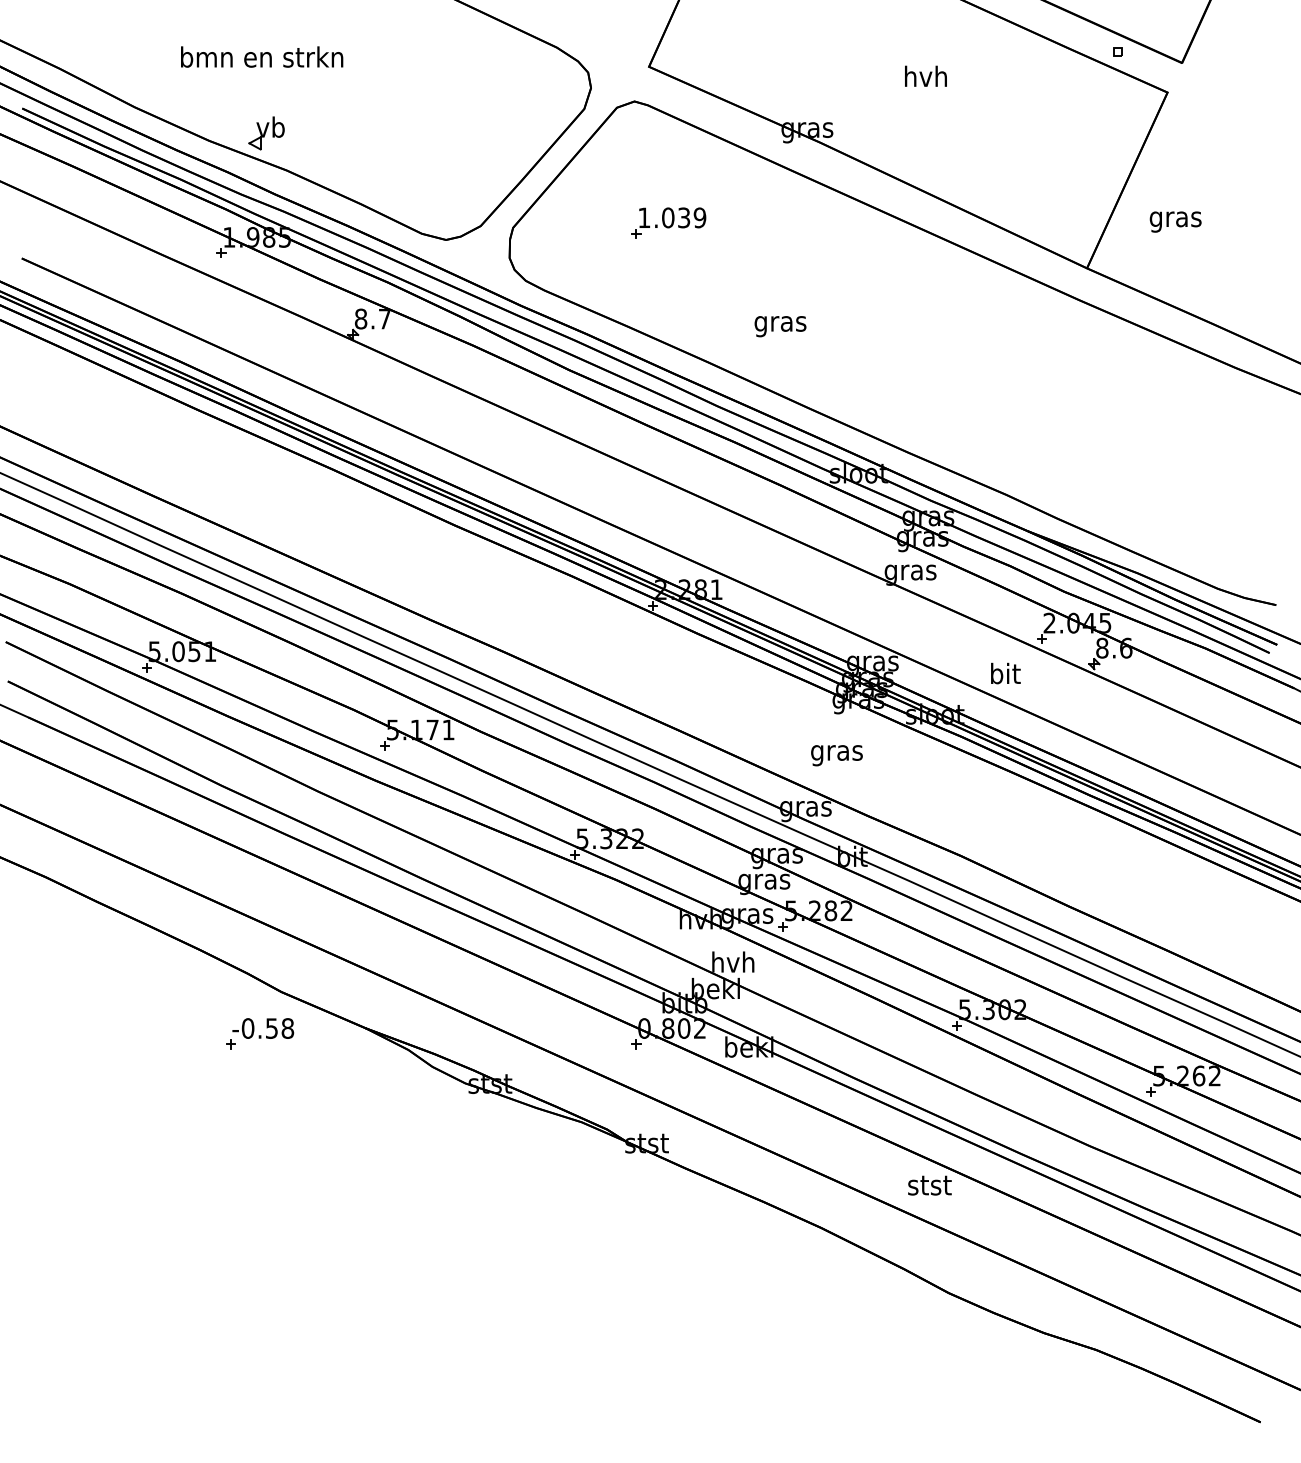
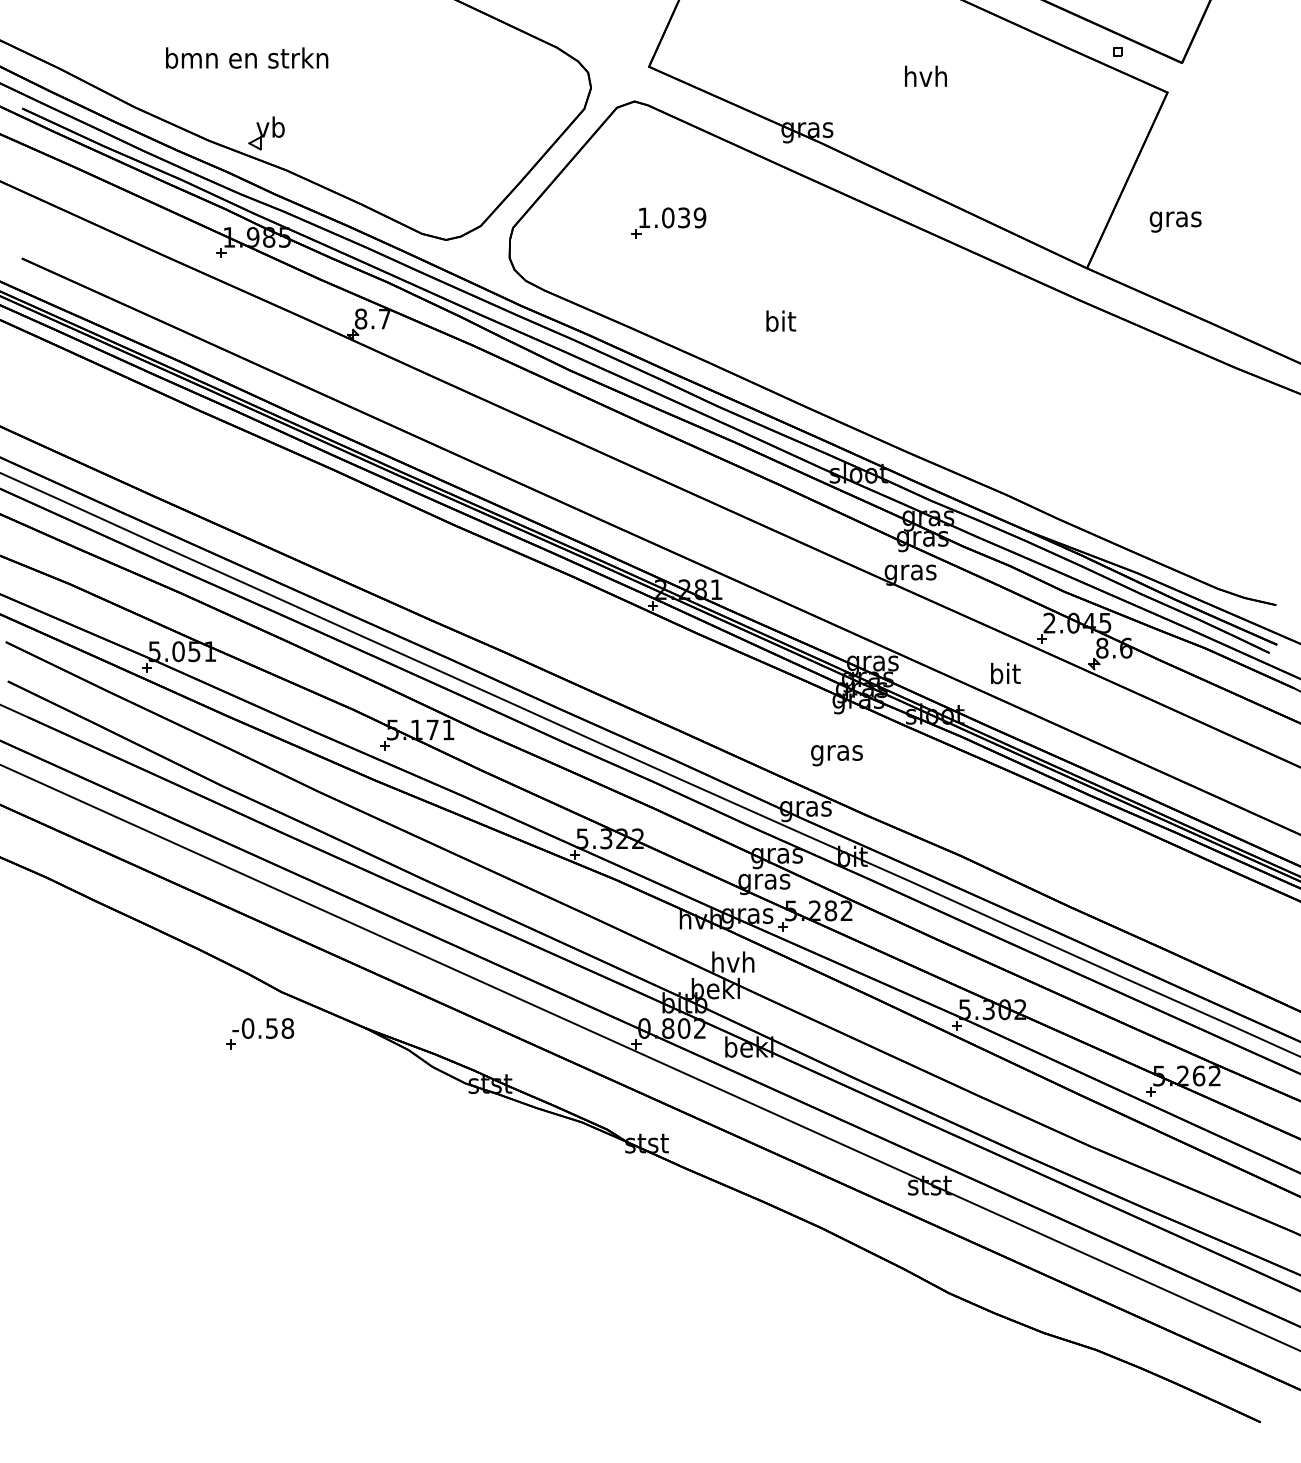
text at (262, 56) position: (262, 56) -> (247, 57)
text at (780, 323): gras -> bit
line at (649, 1033) position: (649, 1033) -> (649, 1057)
